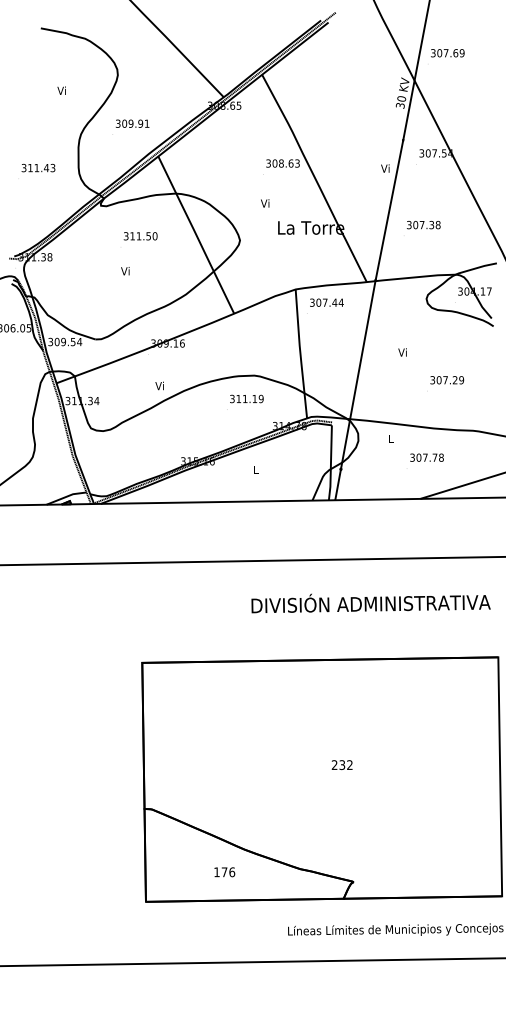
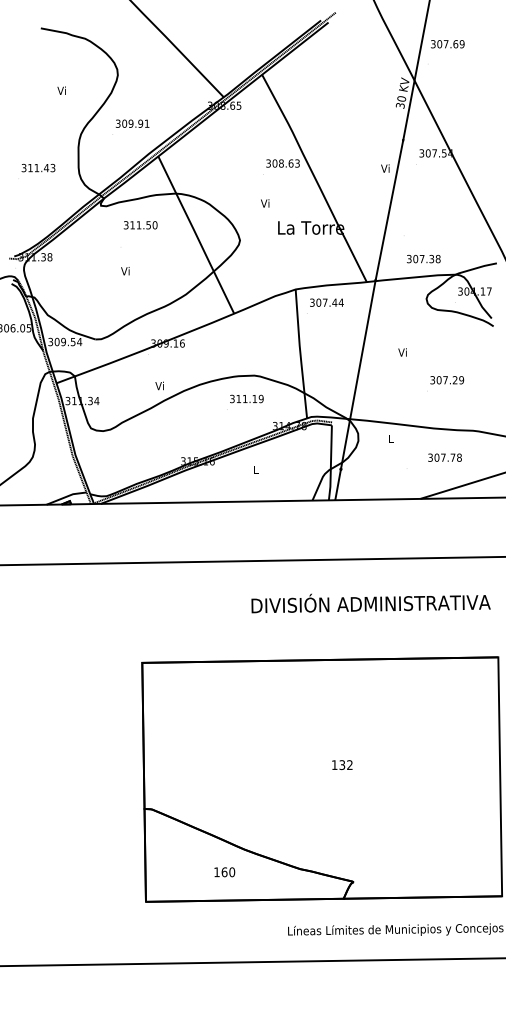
text at (447, 53) position: (447, 53) -> (447, 44)
text at (423, 224) position: (423, 224) -> (423, 258)
text at (140, 236) position: (140, 236) -> (140, 225)
text at (426, 457) position: (426, 457) -> (444, 457)
text at (334, 764): 232 -> 132
text at (228, 872): 176 -> 160
